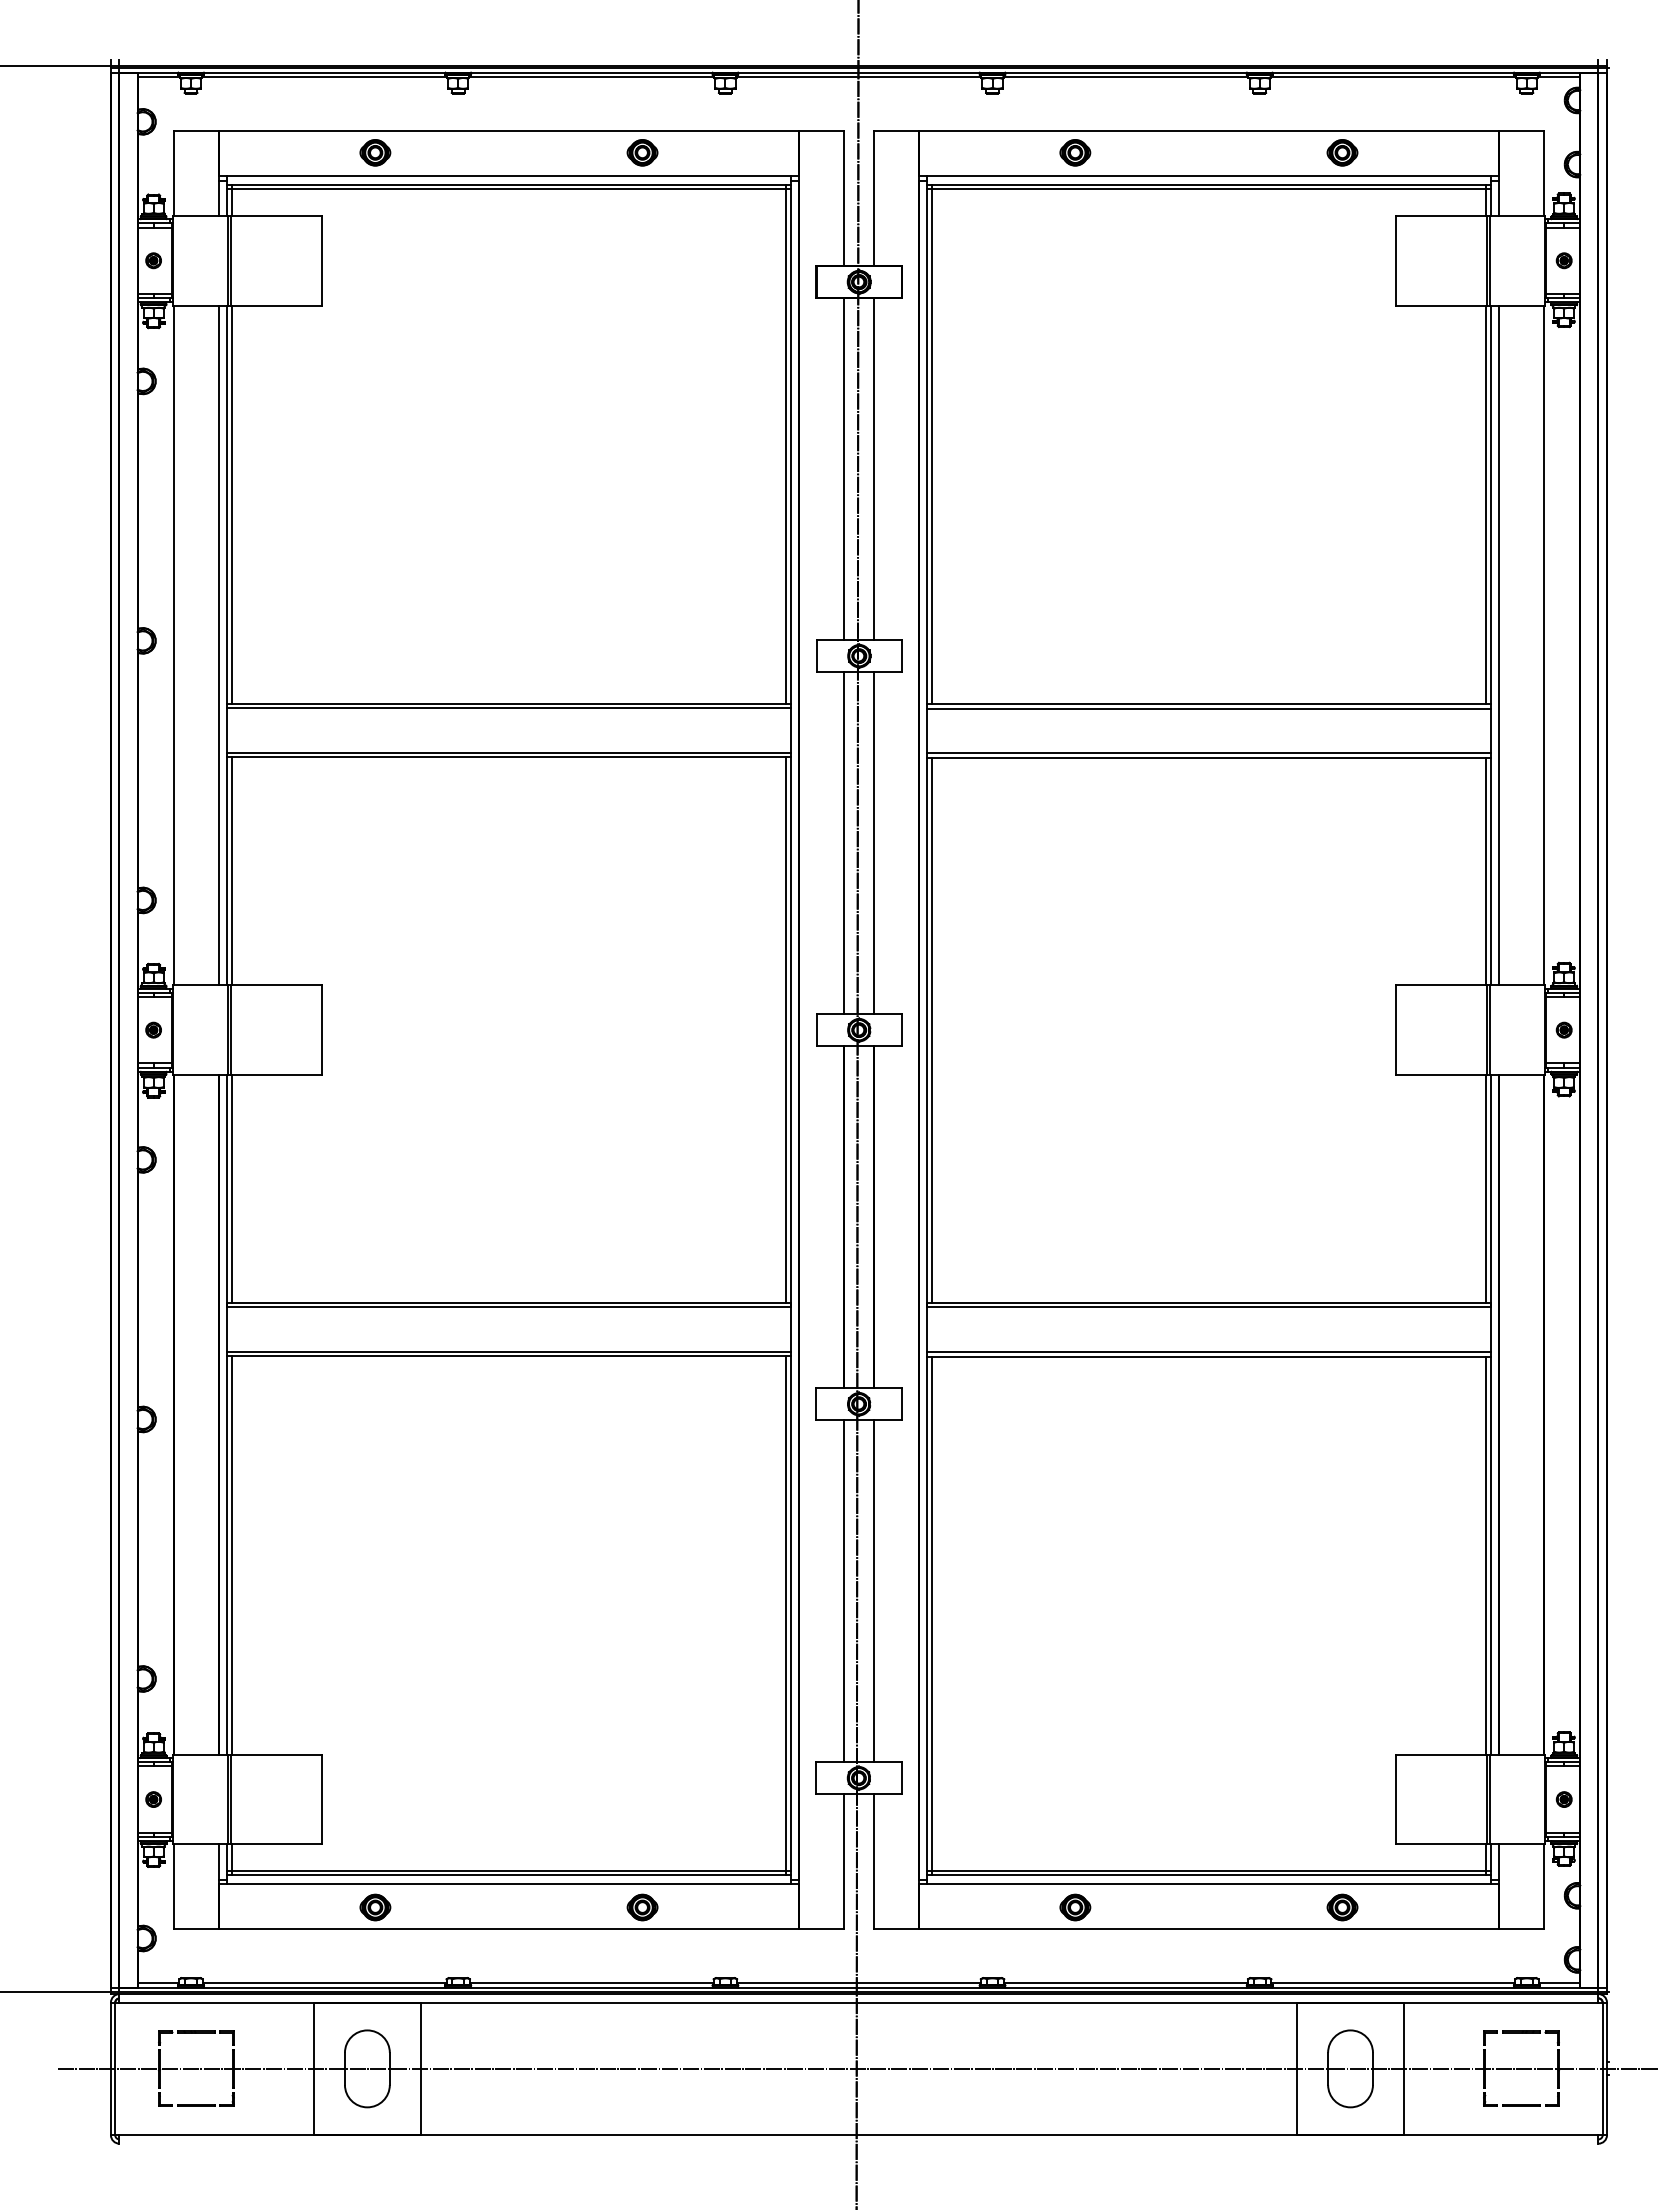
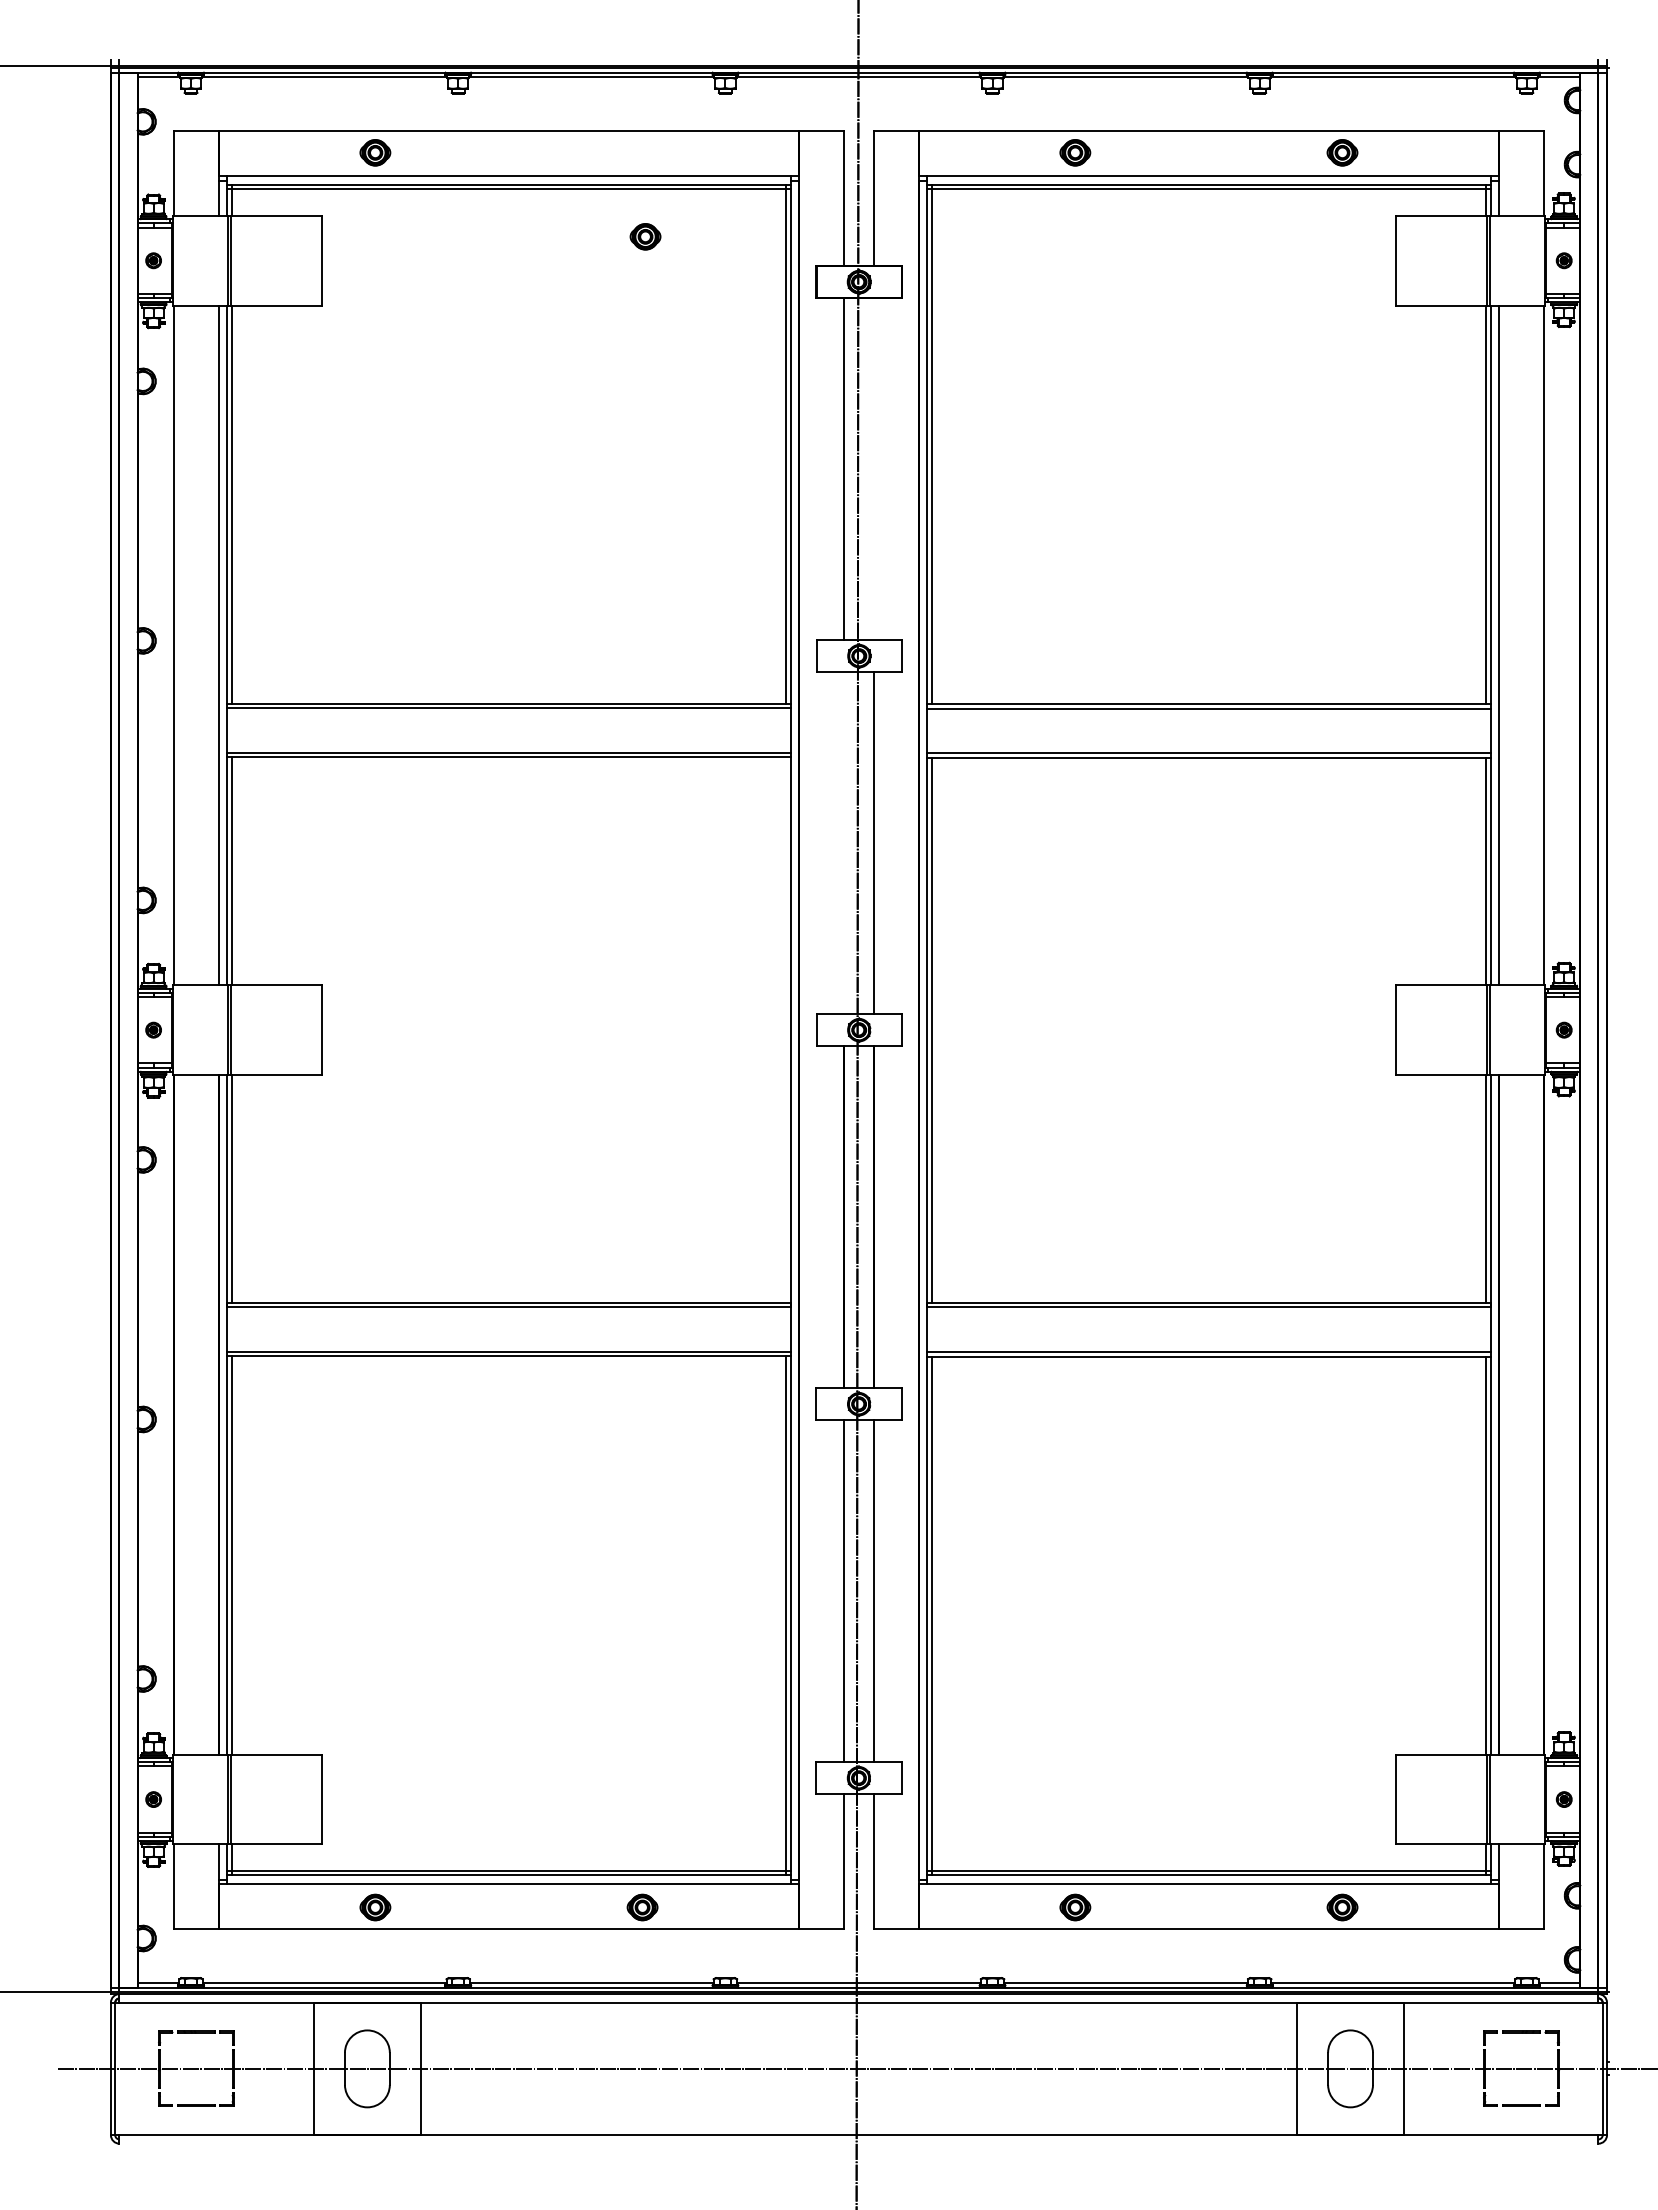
part at (642, 152) position: (642, 152) -> (645, 236)
line at (873, 469): present -> none
line at (843, 843): present -> none
line at (786, 1029): present -> none
